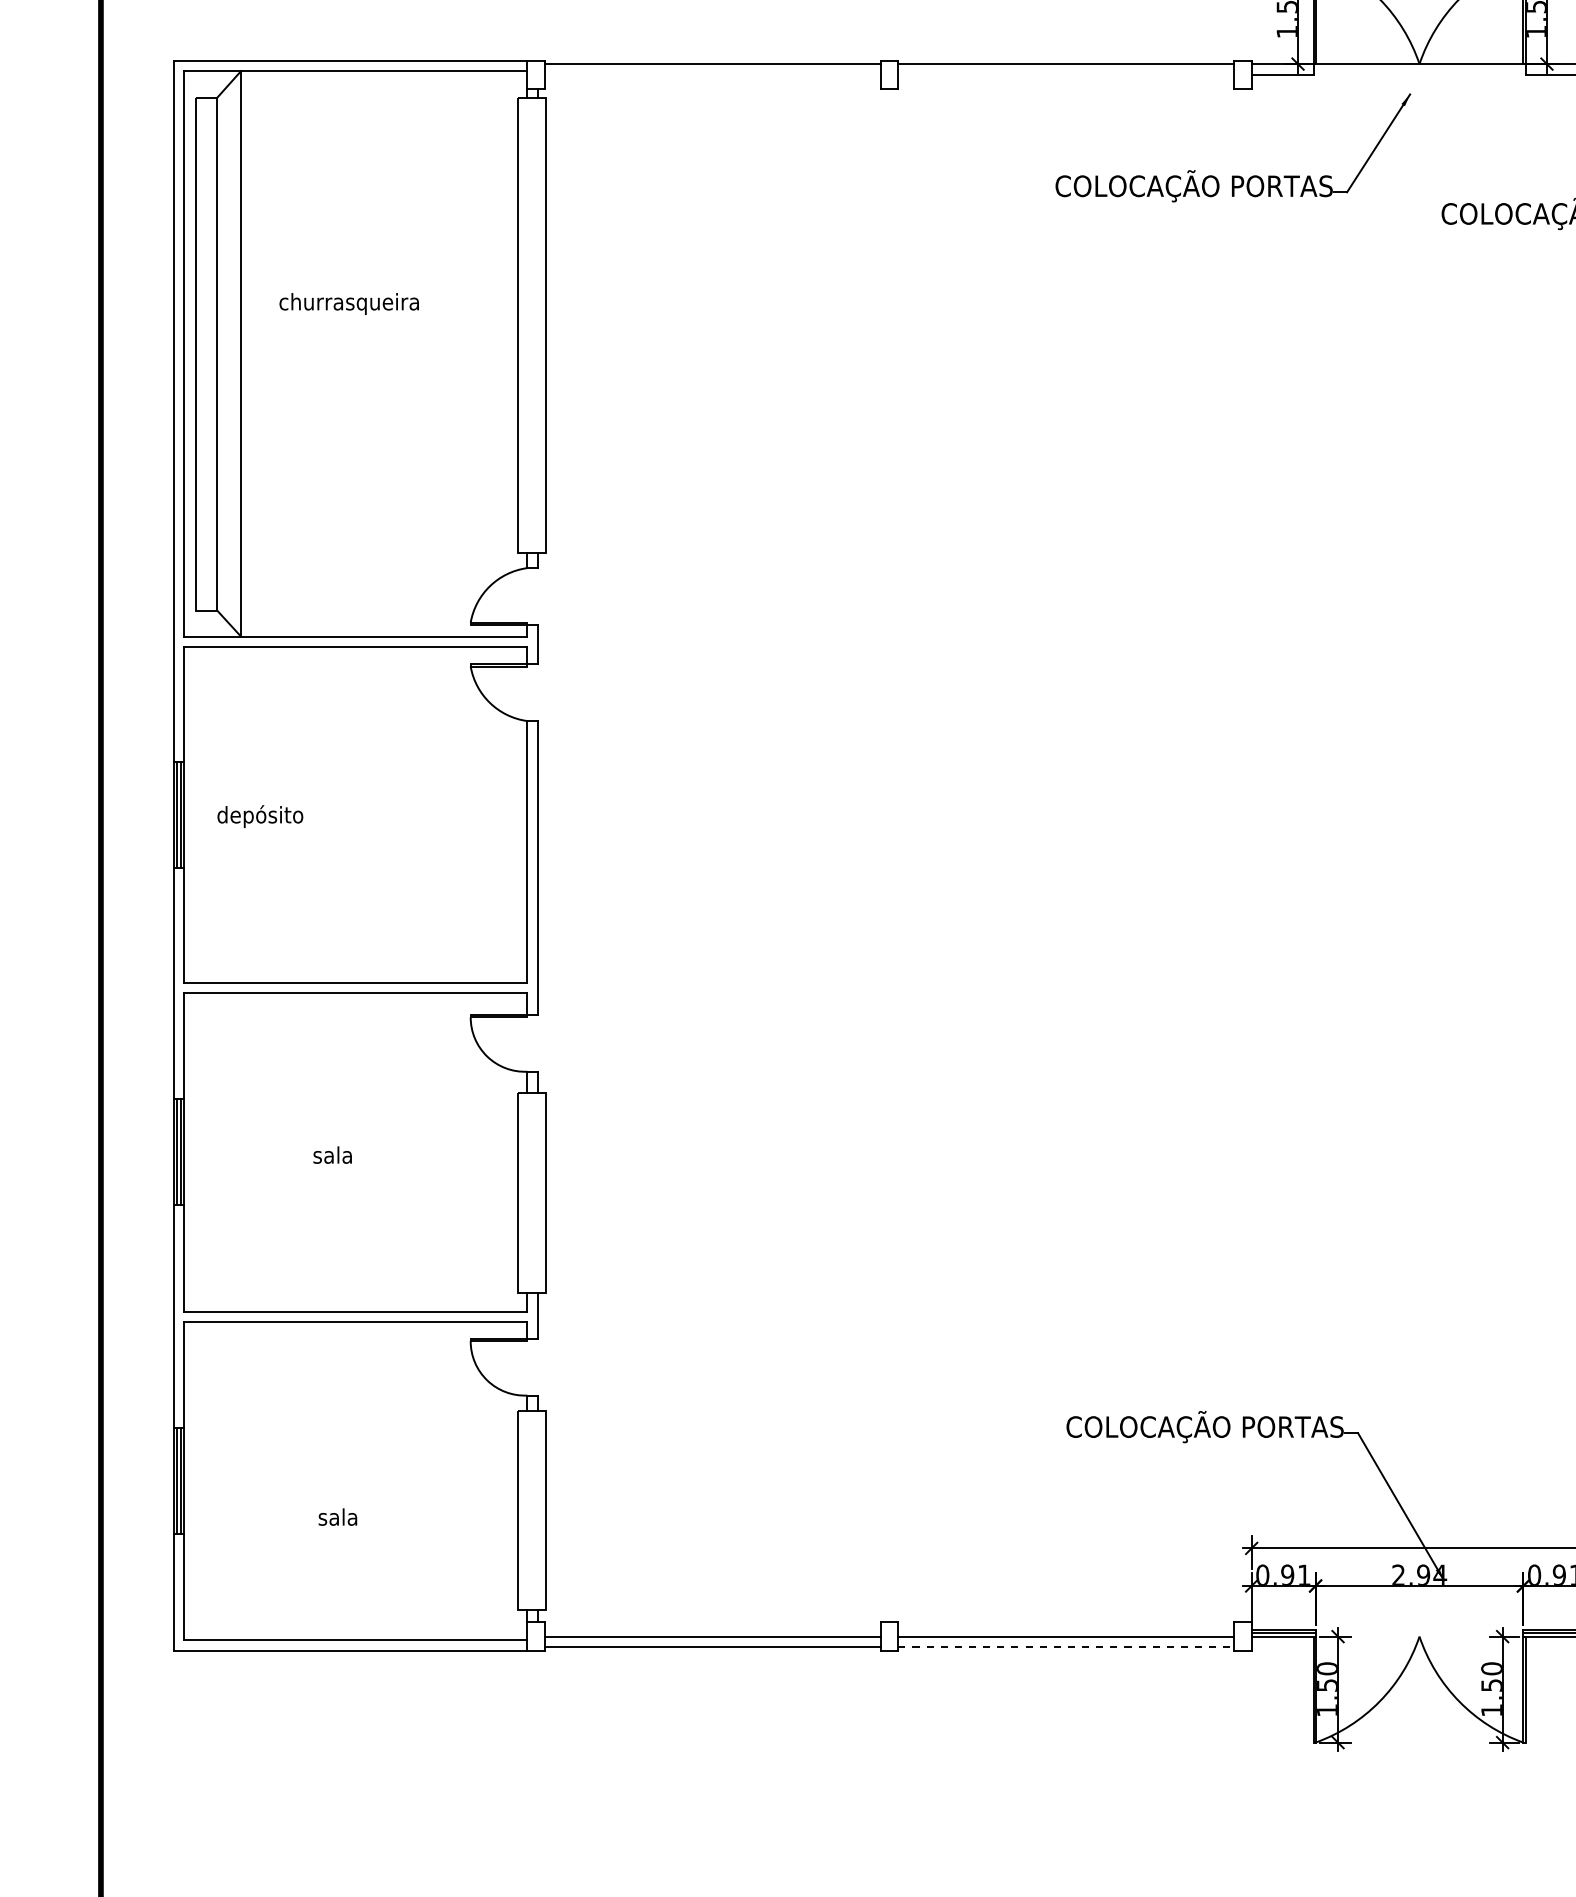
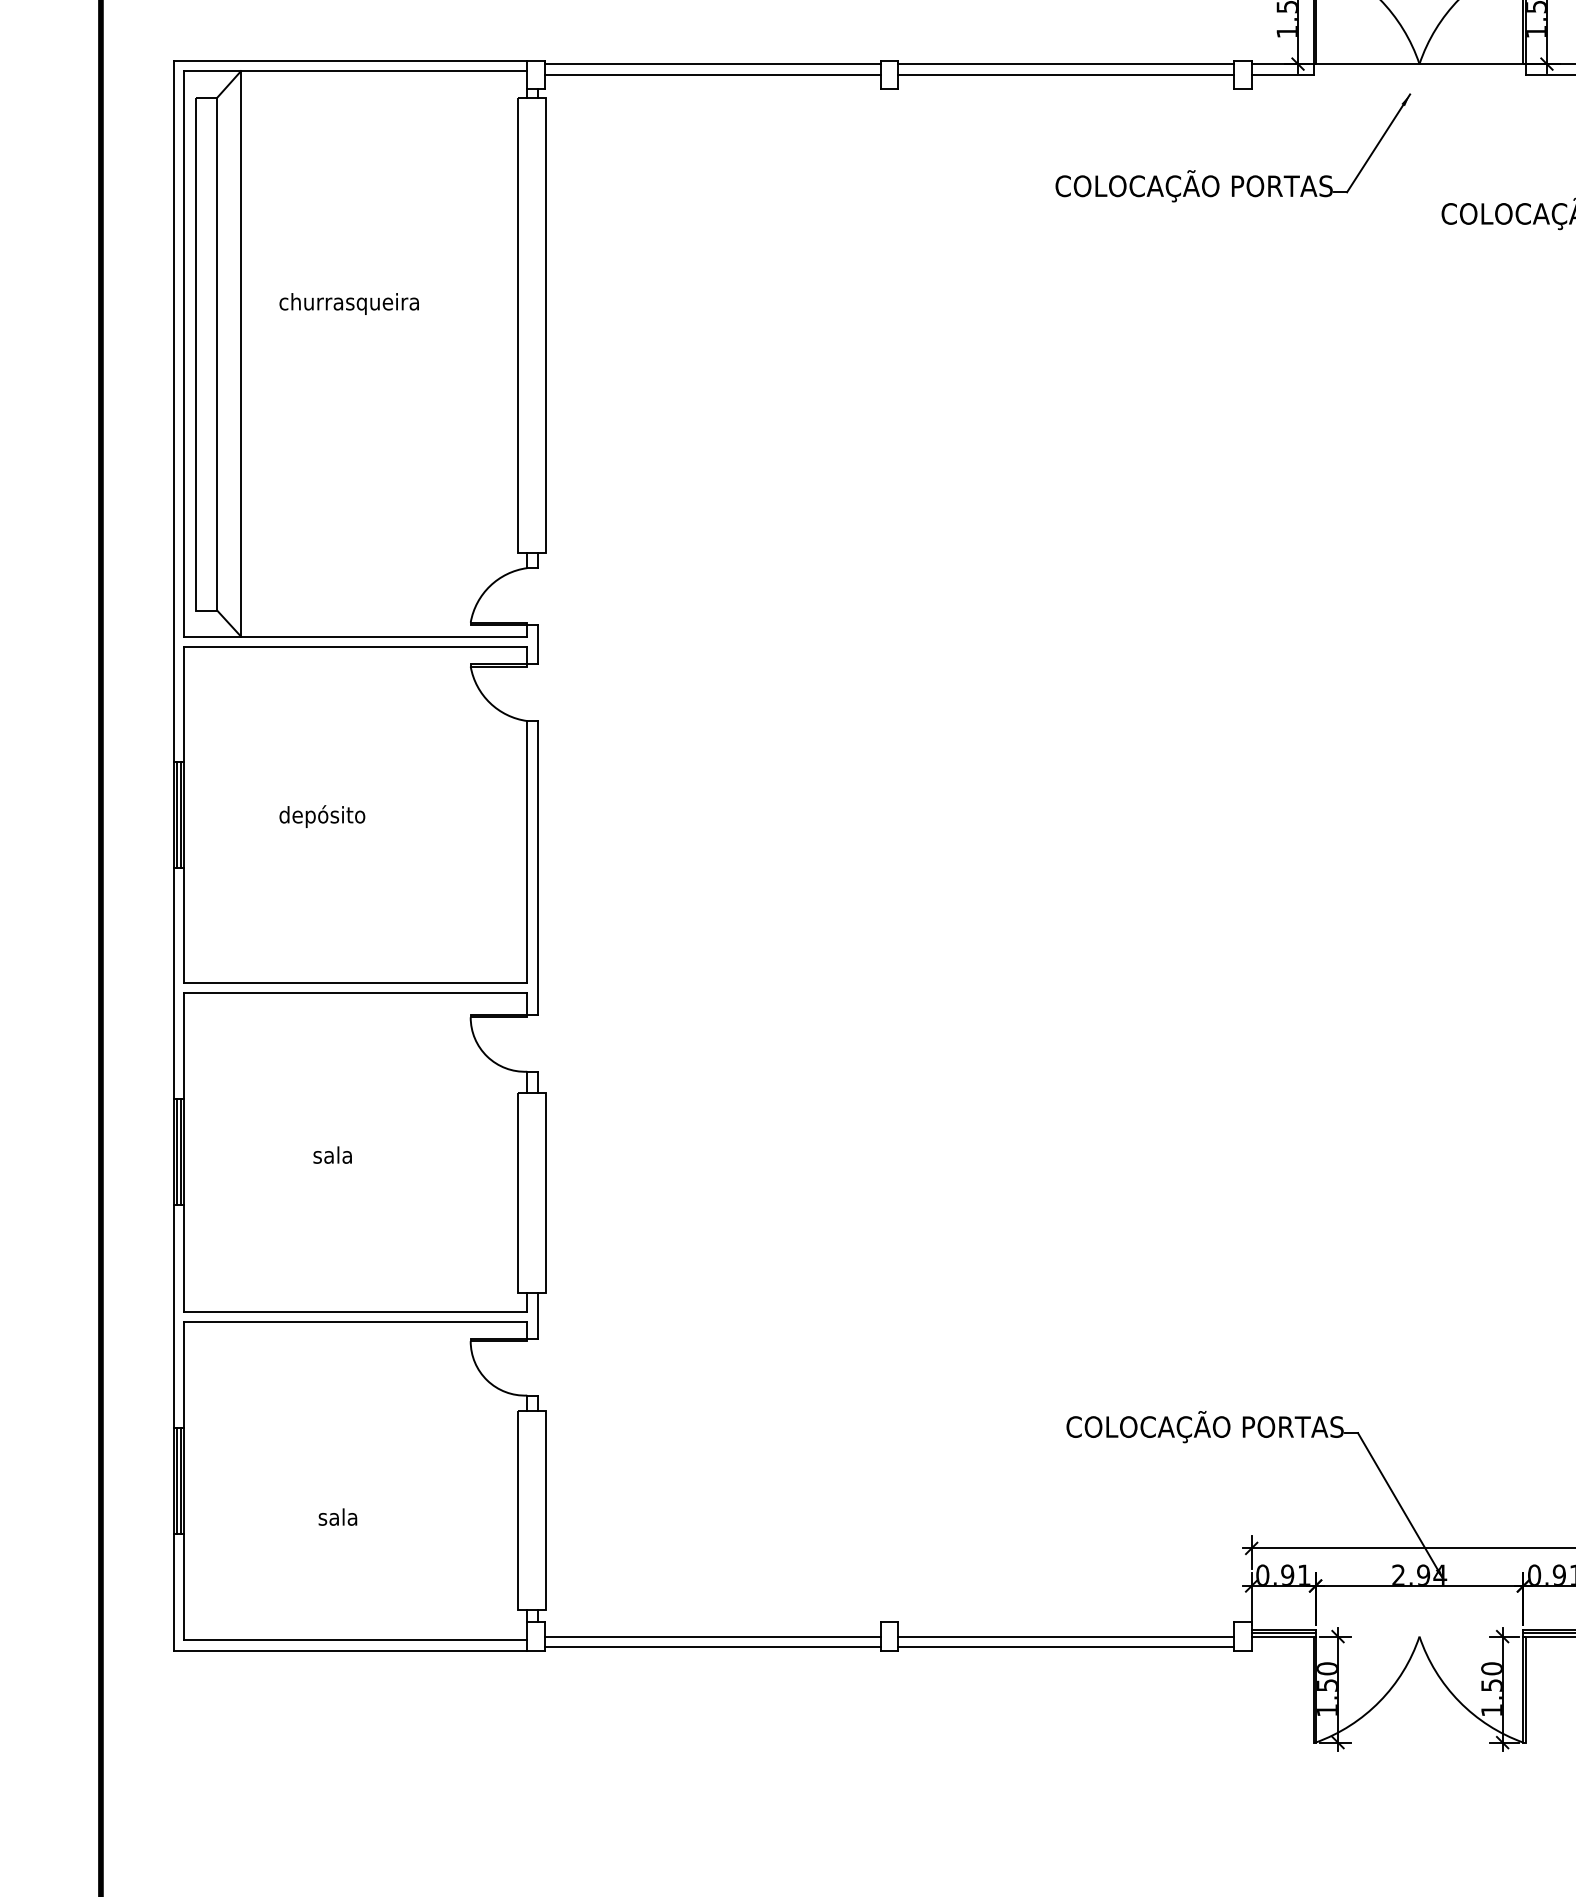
line at (712, 74): none -> present
line at (1066, 74): none -> present
text at (260, 816) position: (260, 816) -> (322, 816)
line at (1066, 1647): dashed -> solid
